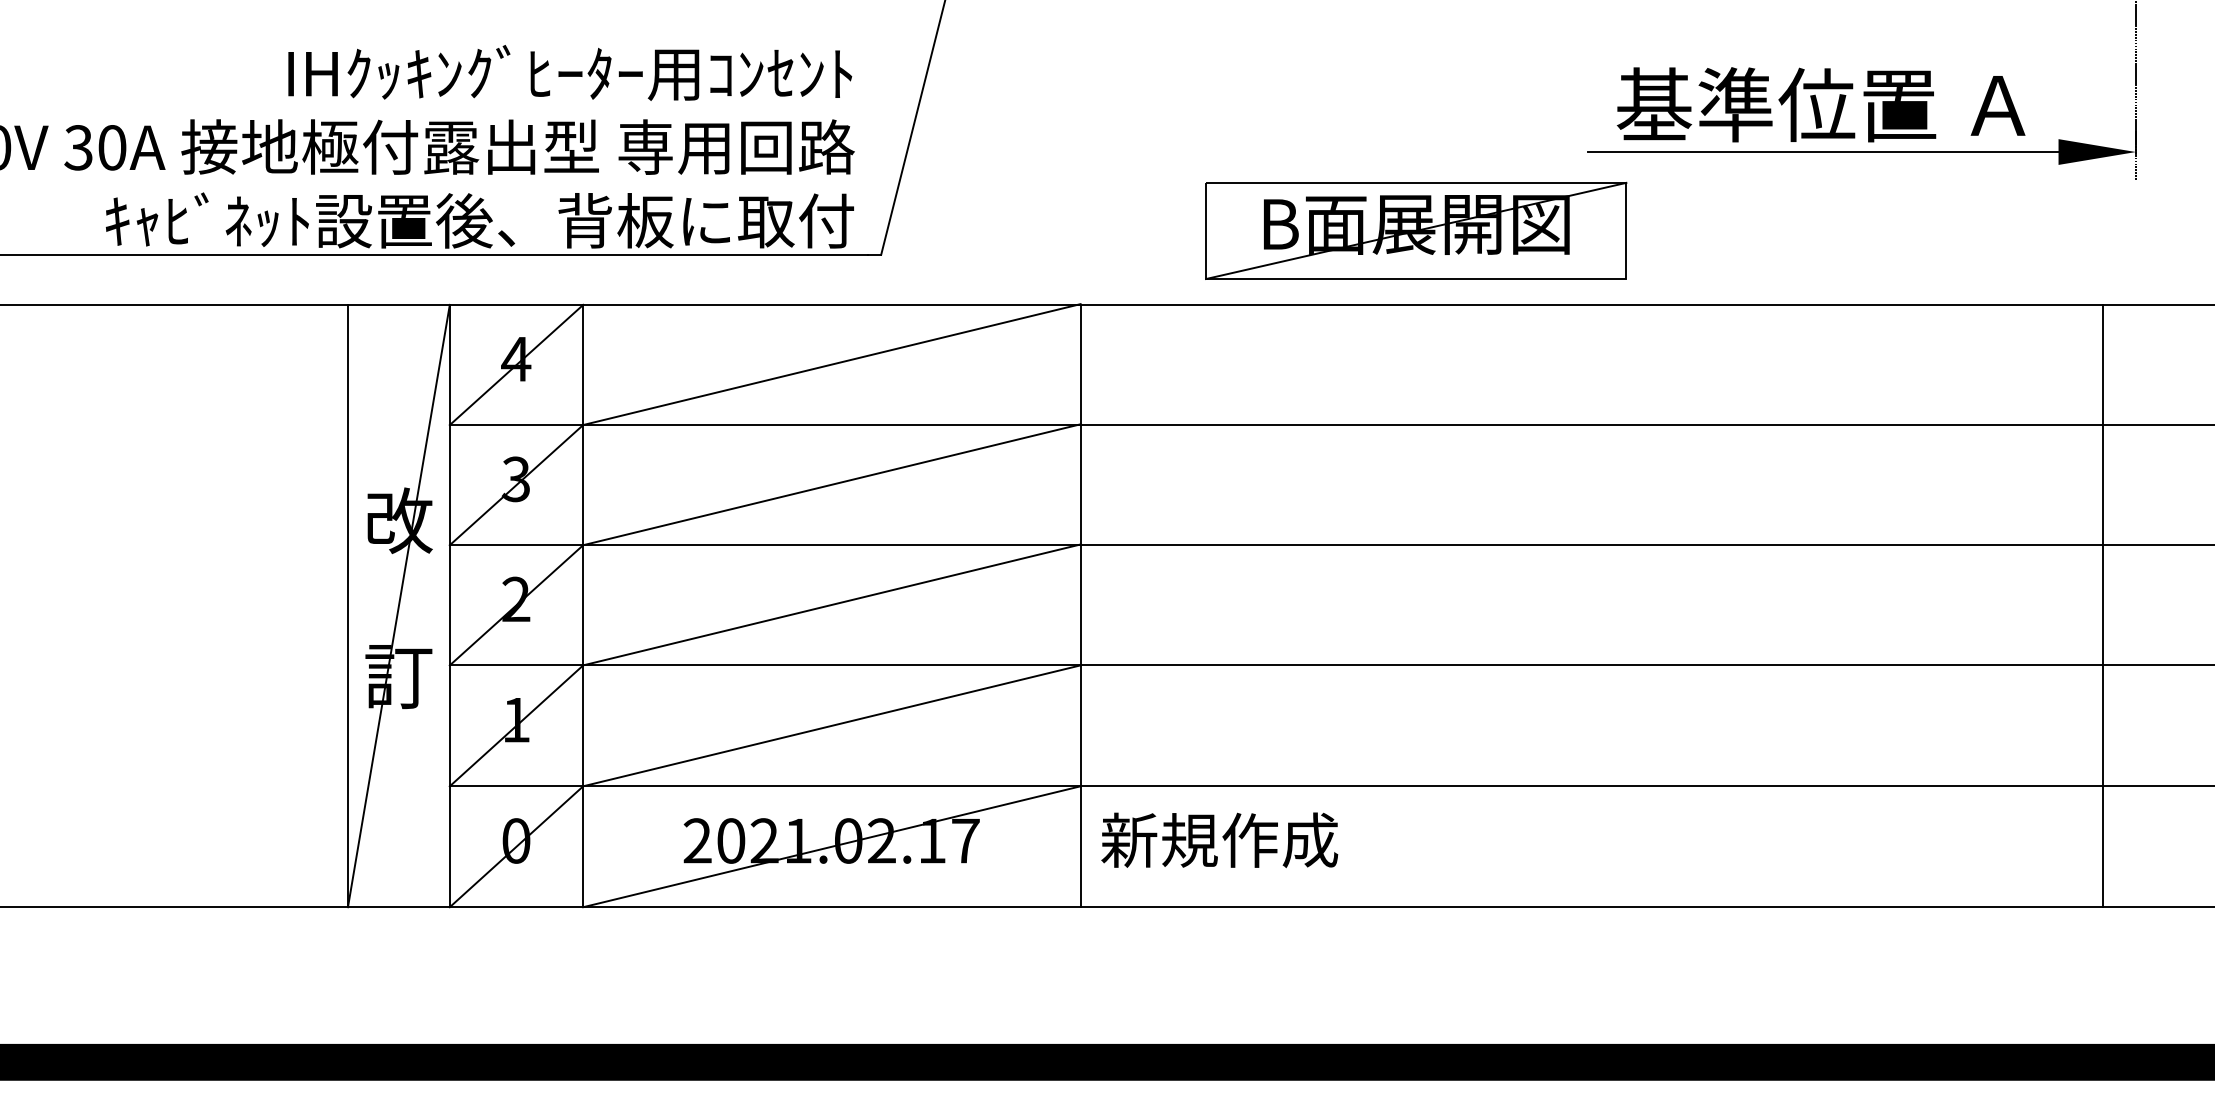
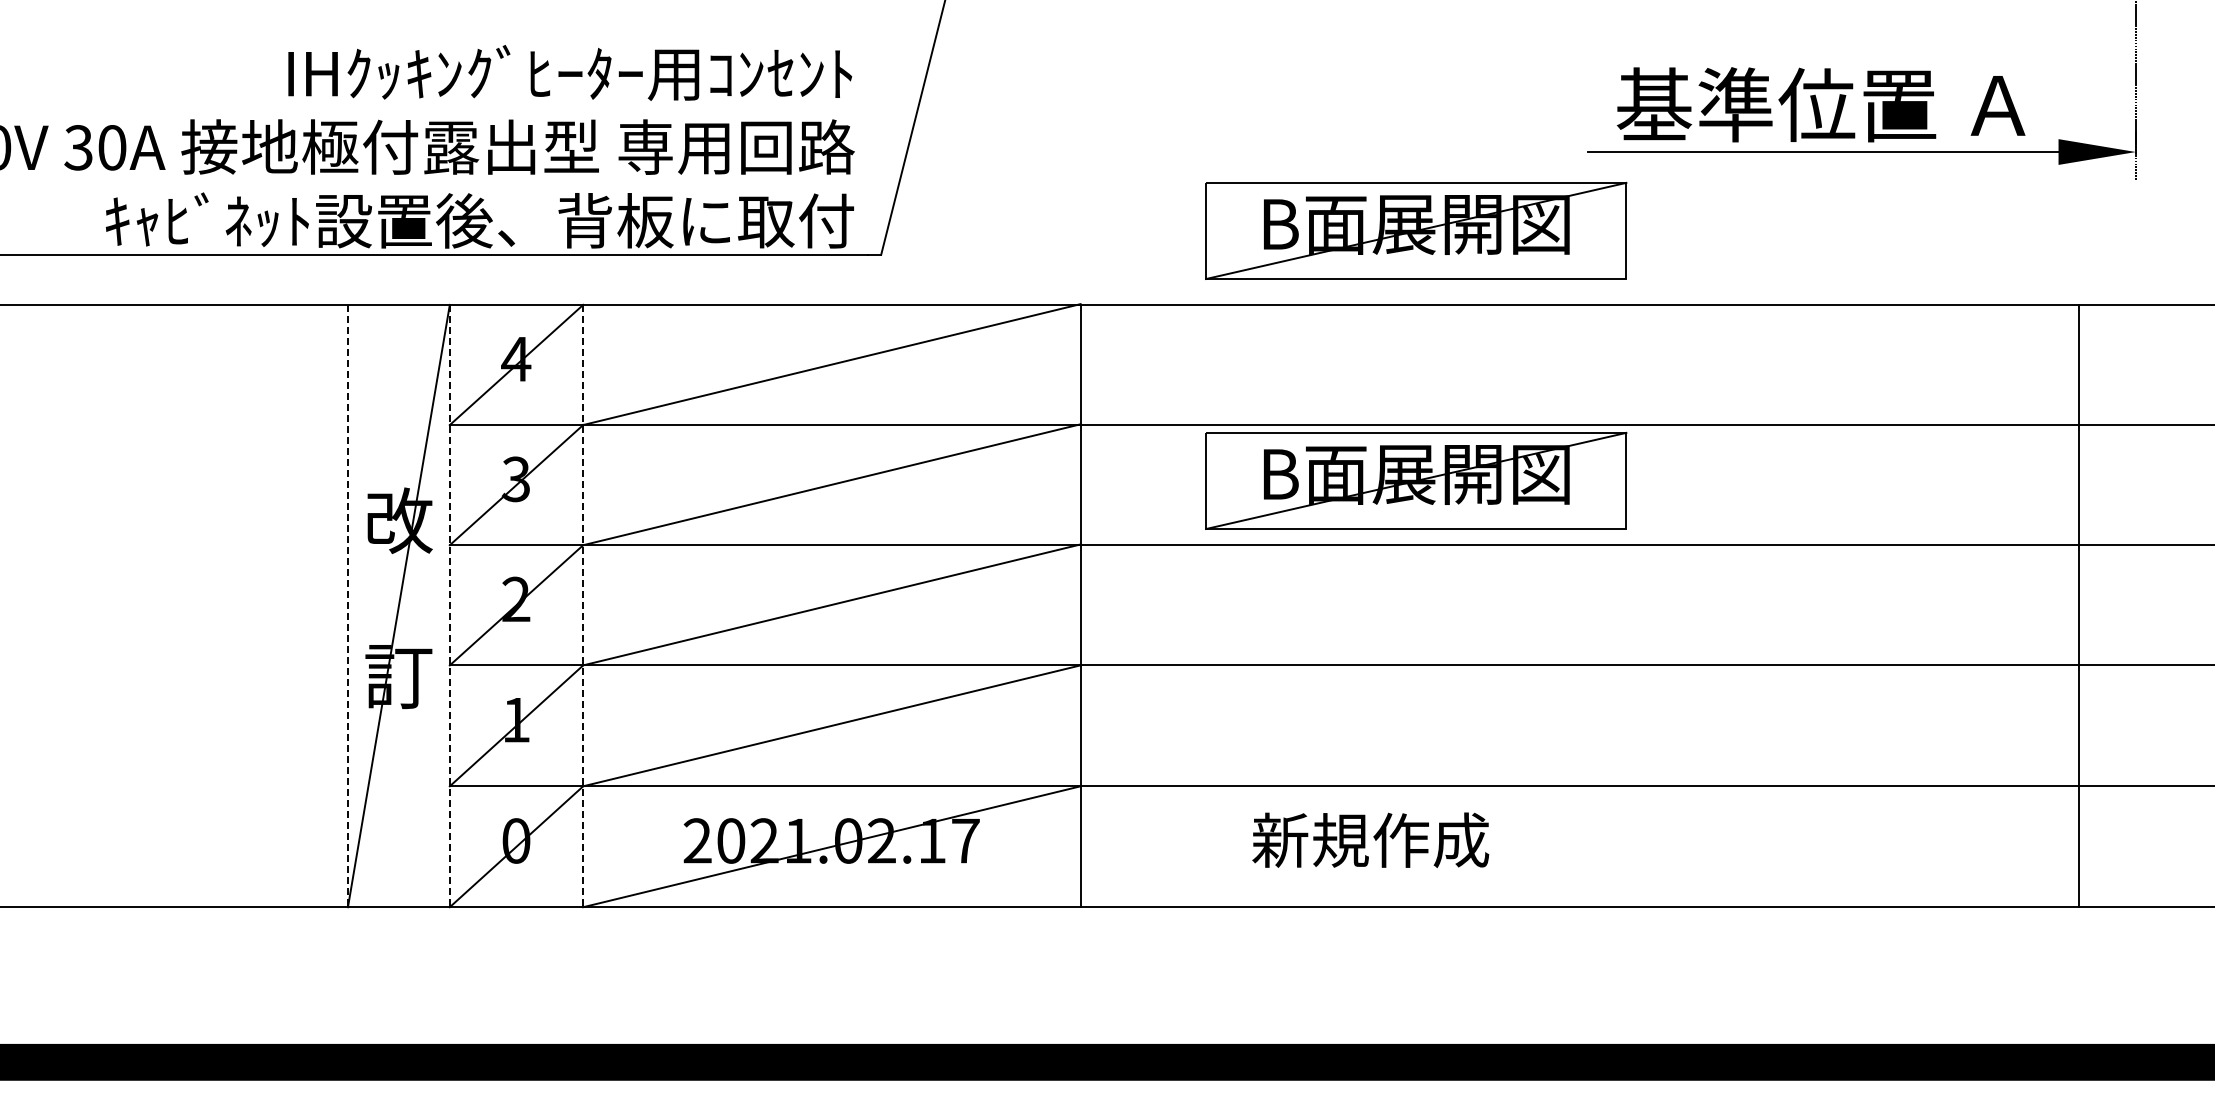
part at (1416, 480): none -> present
line at (2102, 605) position: (2102, 605) -> (2078, 605)
line at (347, 606): solid -> dashed
line at (449, 606): solid -> dashed
line at (583, 606): solid -> dashed
text at (1219, 840) position: (1219, 840) -> (1370, 840)
